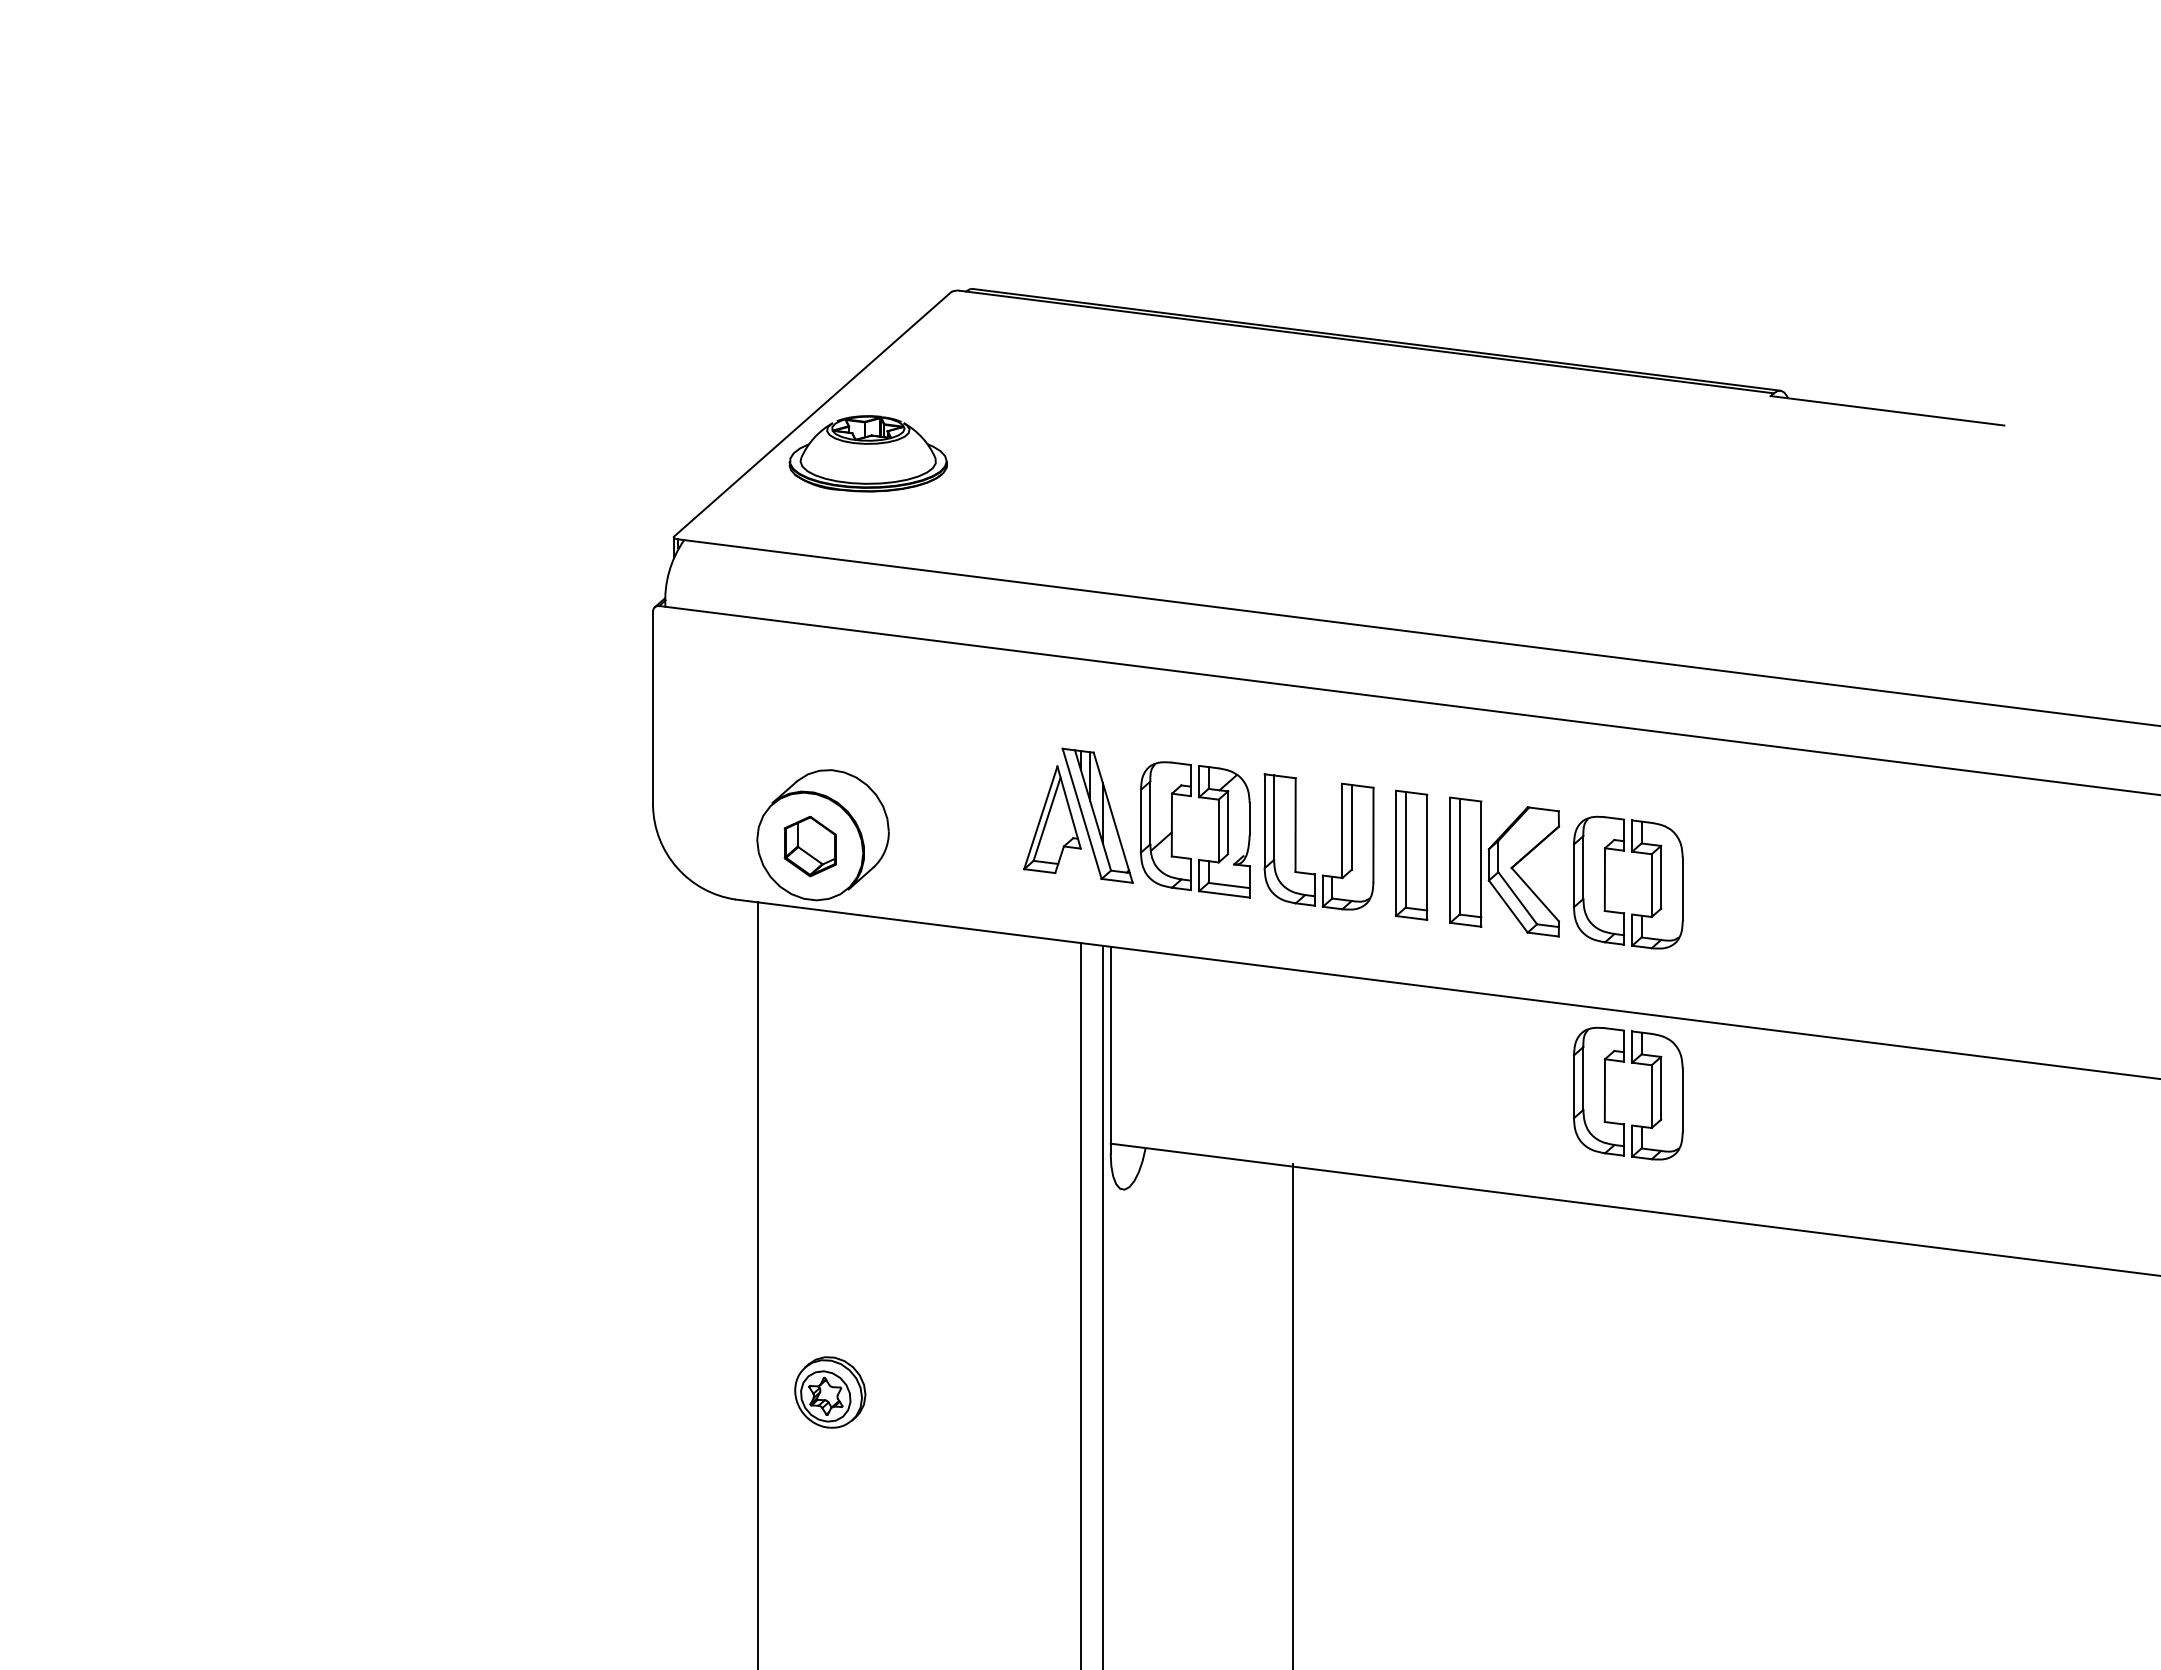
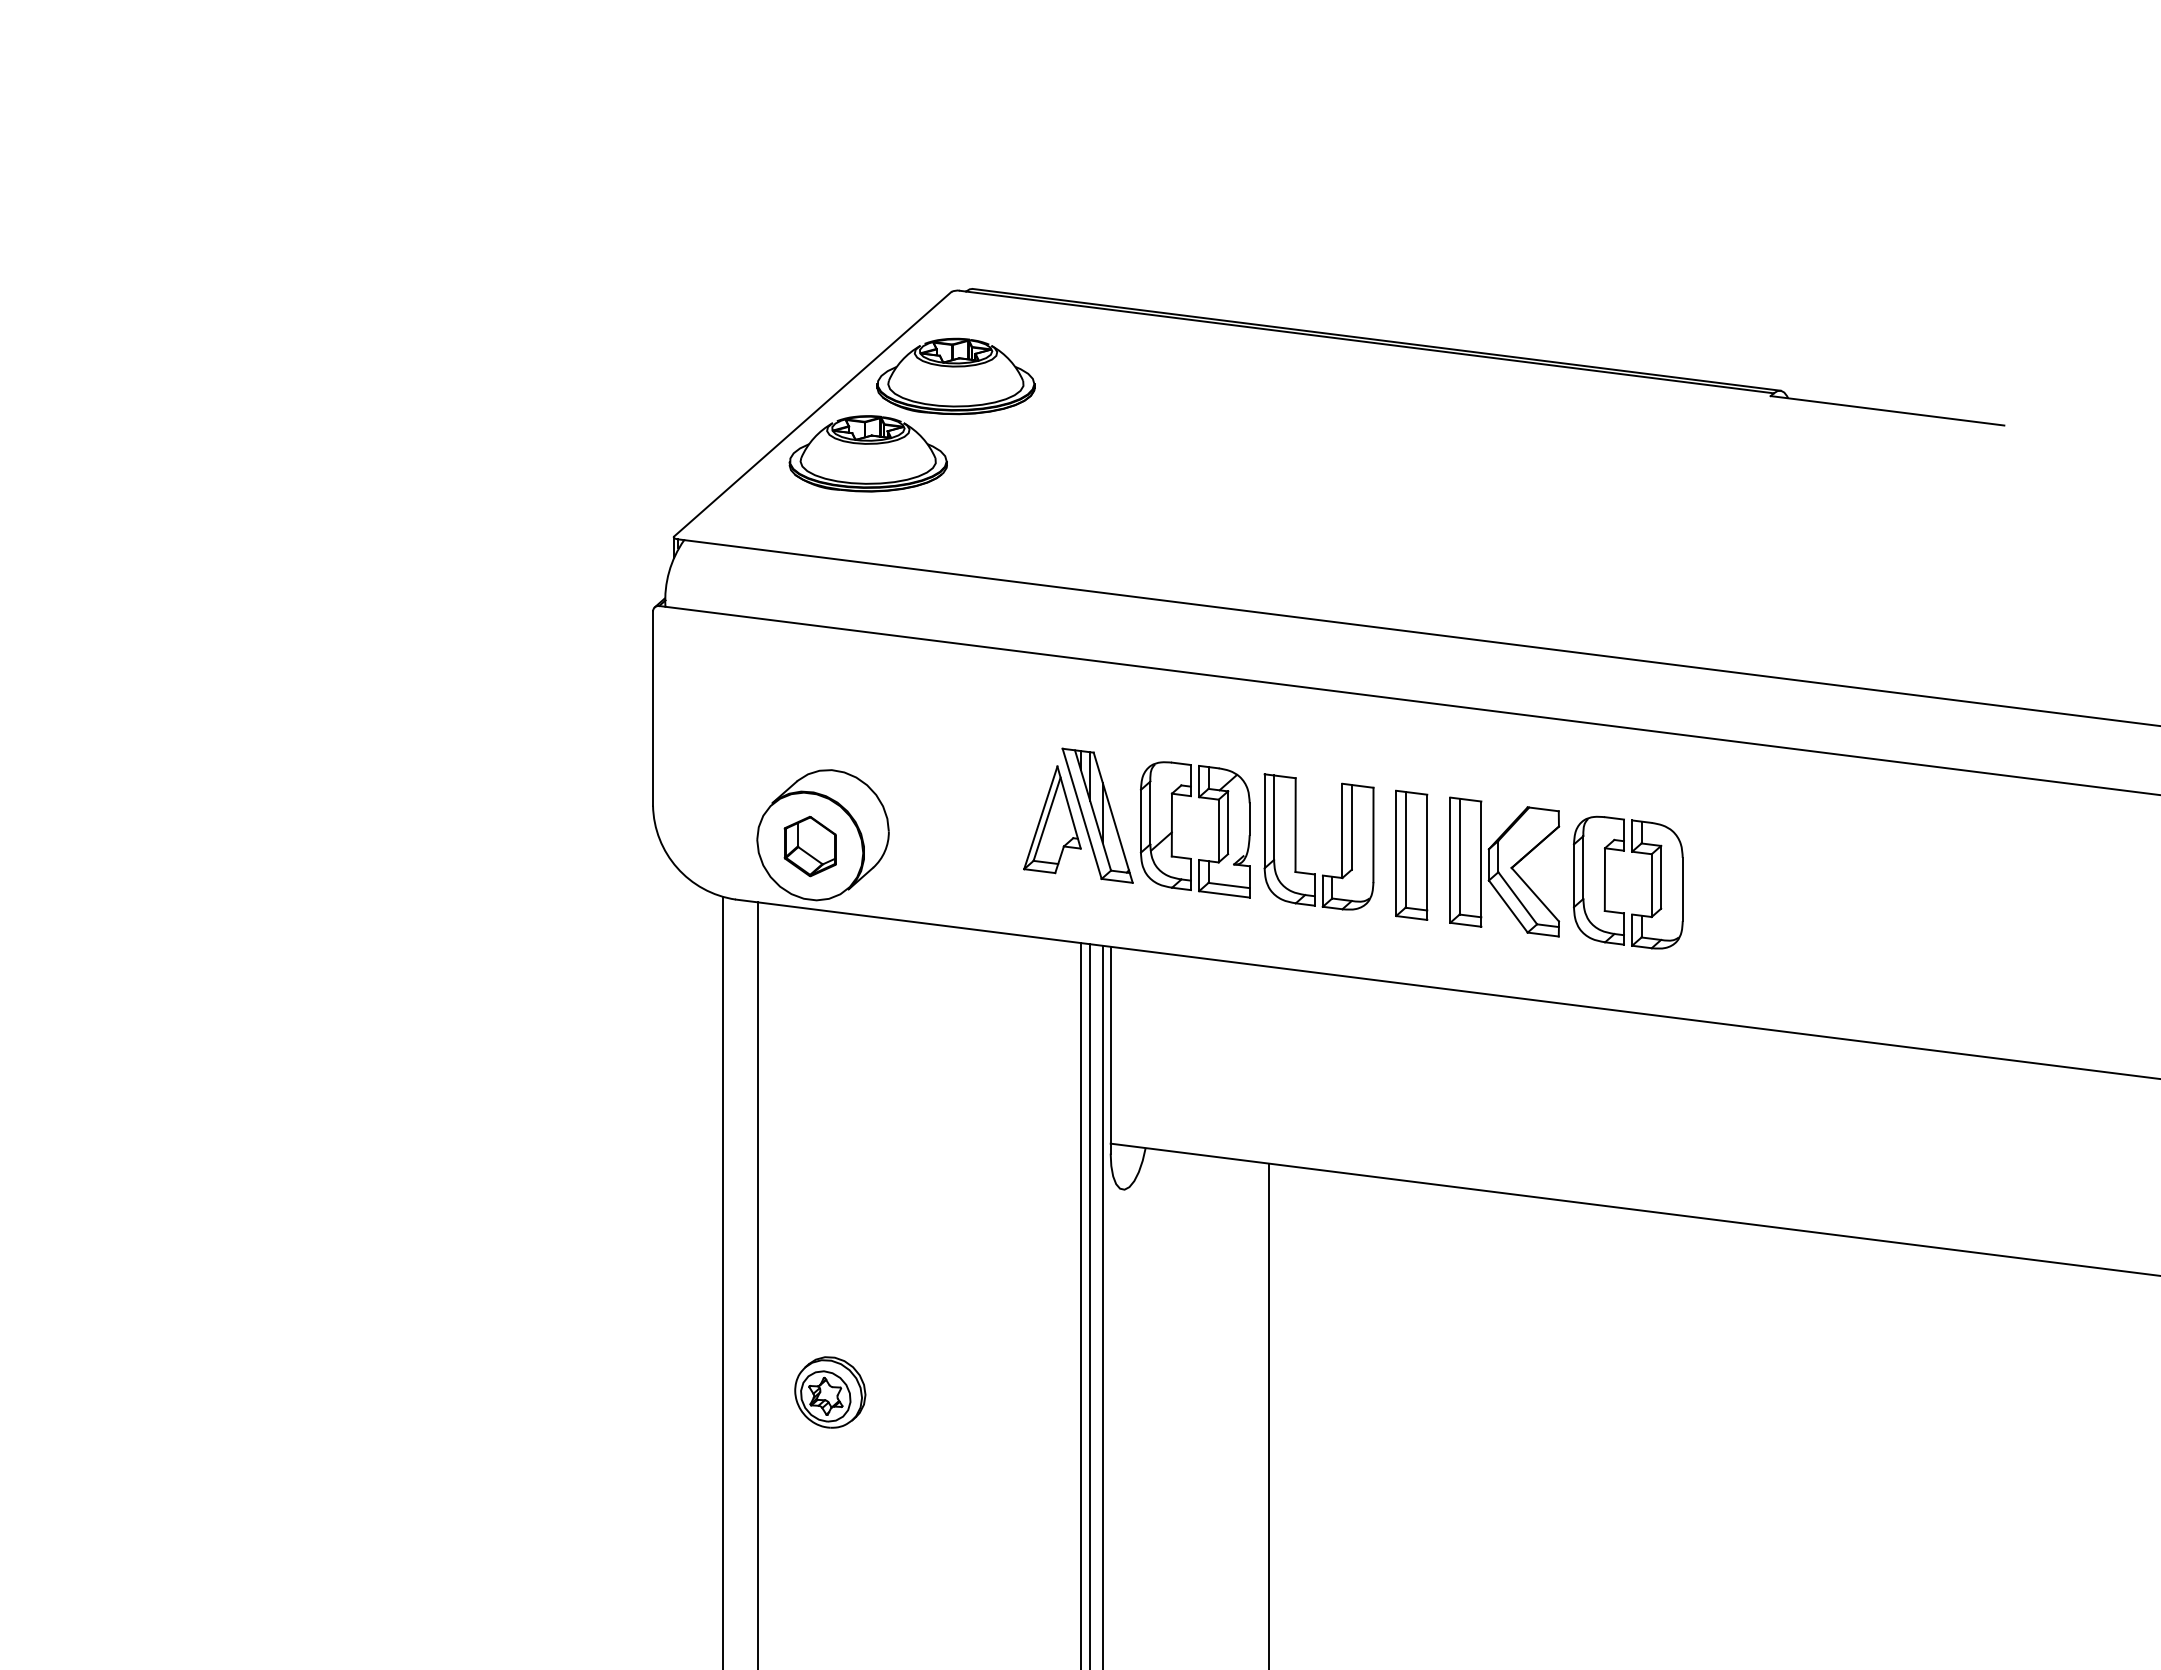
part at (955, 376): none -> present
part at (1605, 1093): present -> none
line at (723, 1281): none -> present
line at (1090, 1305): none -> present
line at (1292, 1414) position: (1292, 1414) -> (1268, 1414)
